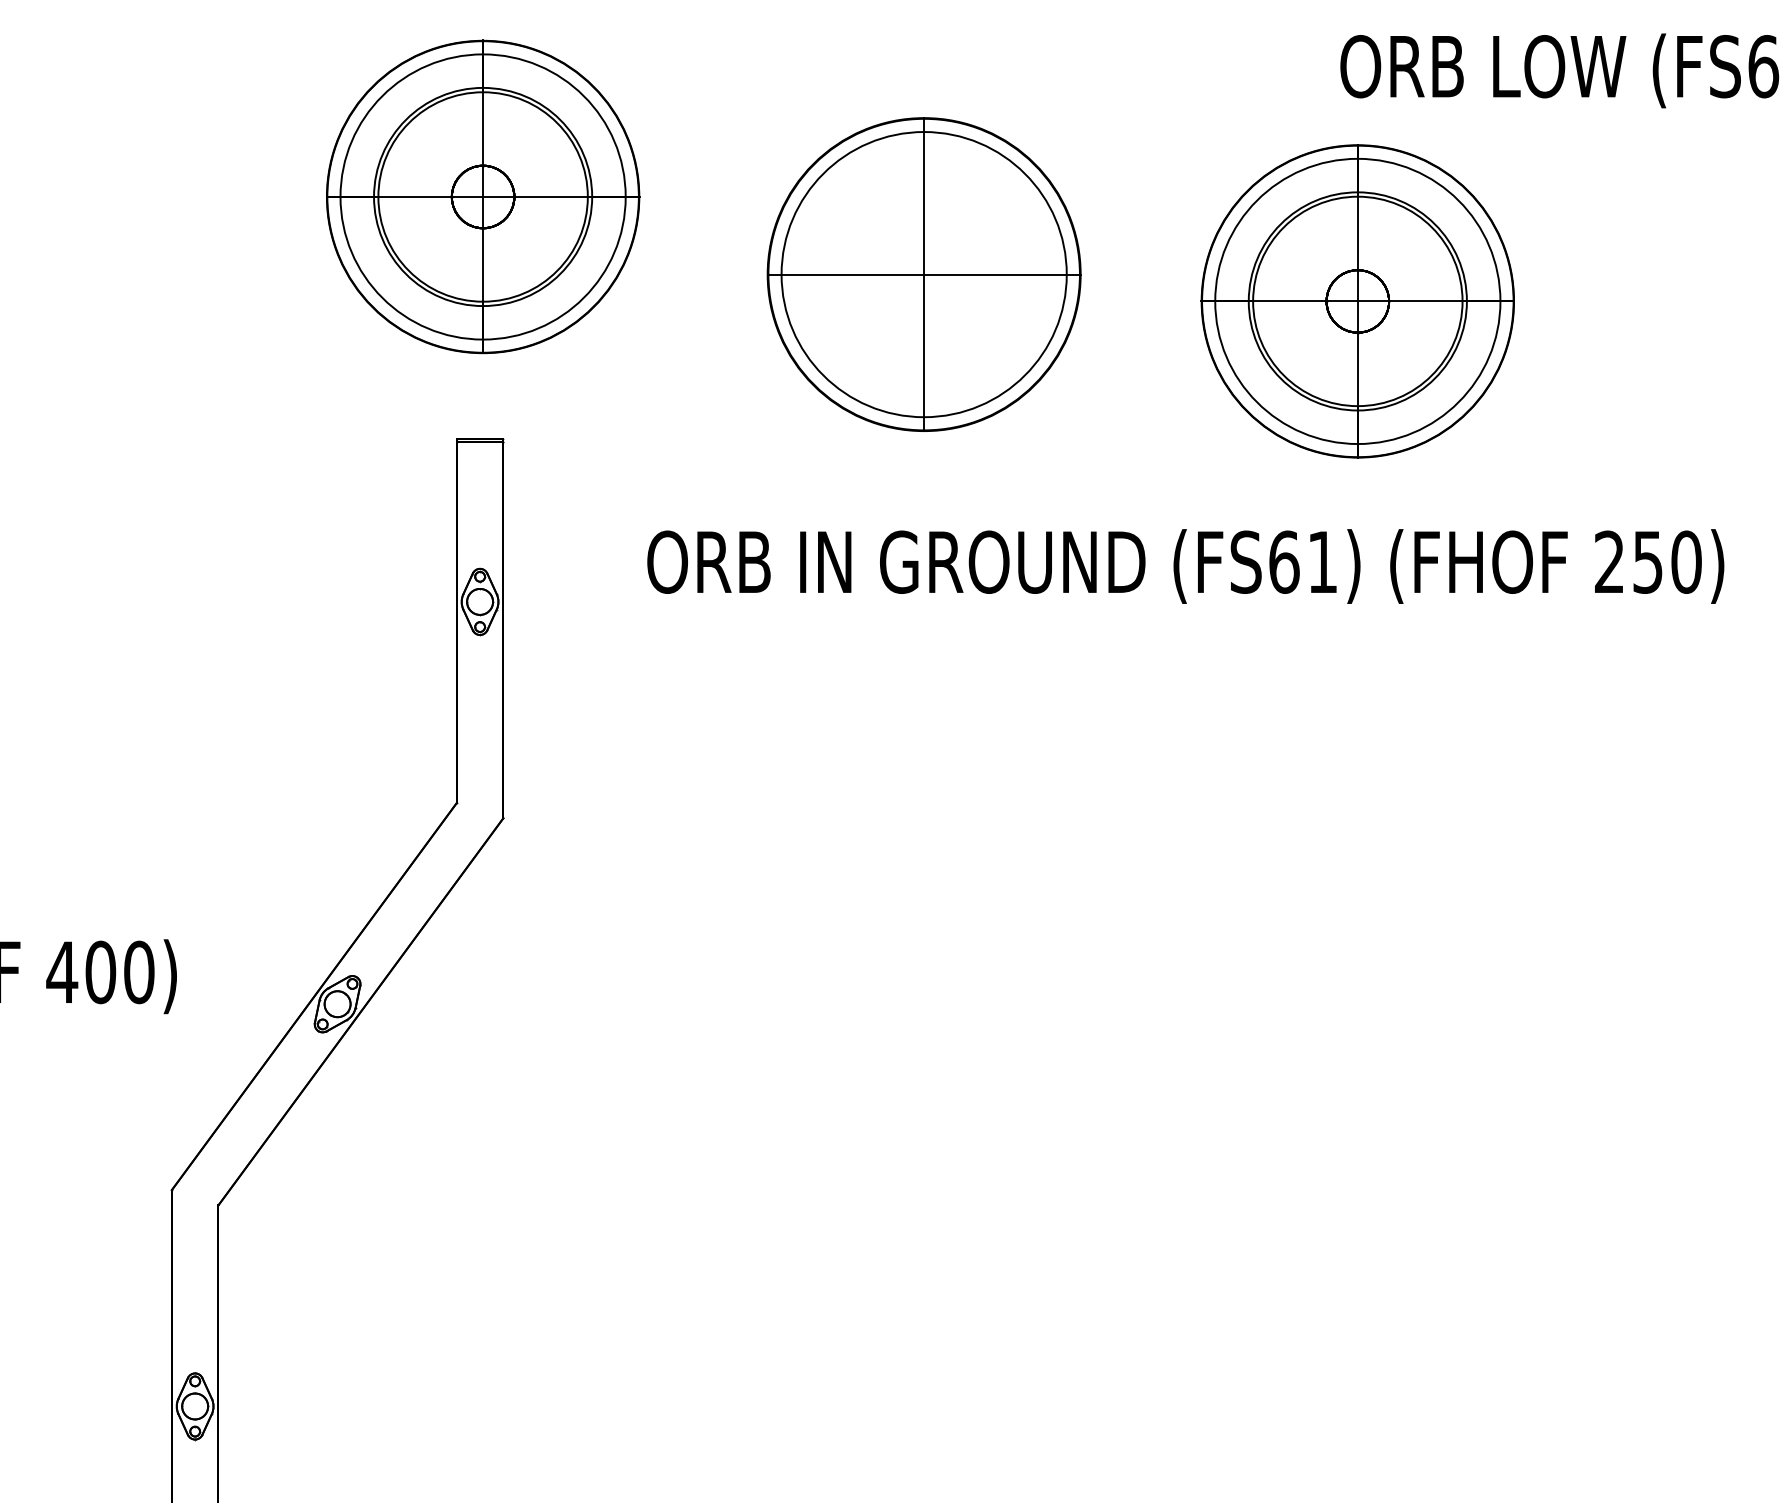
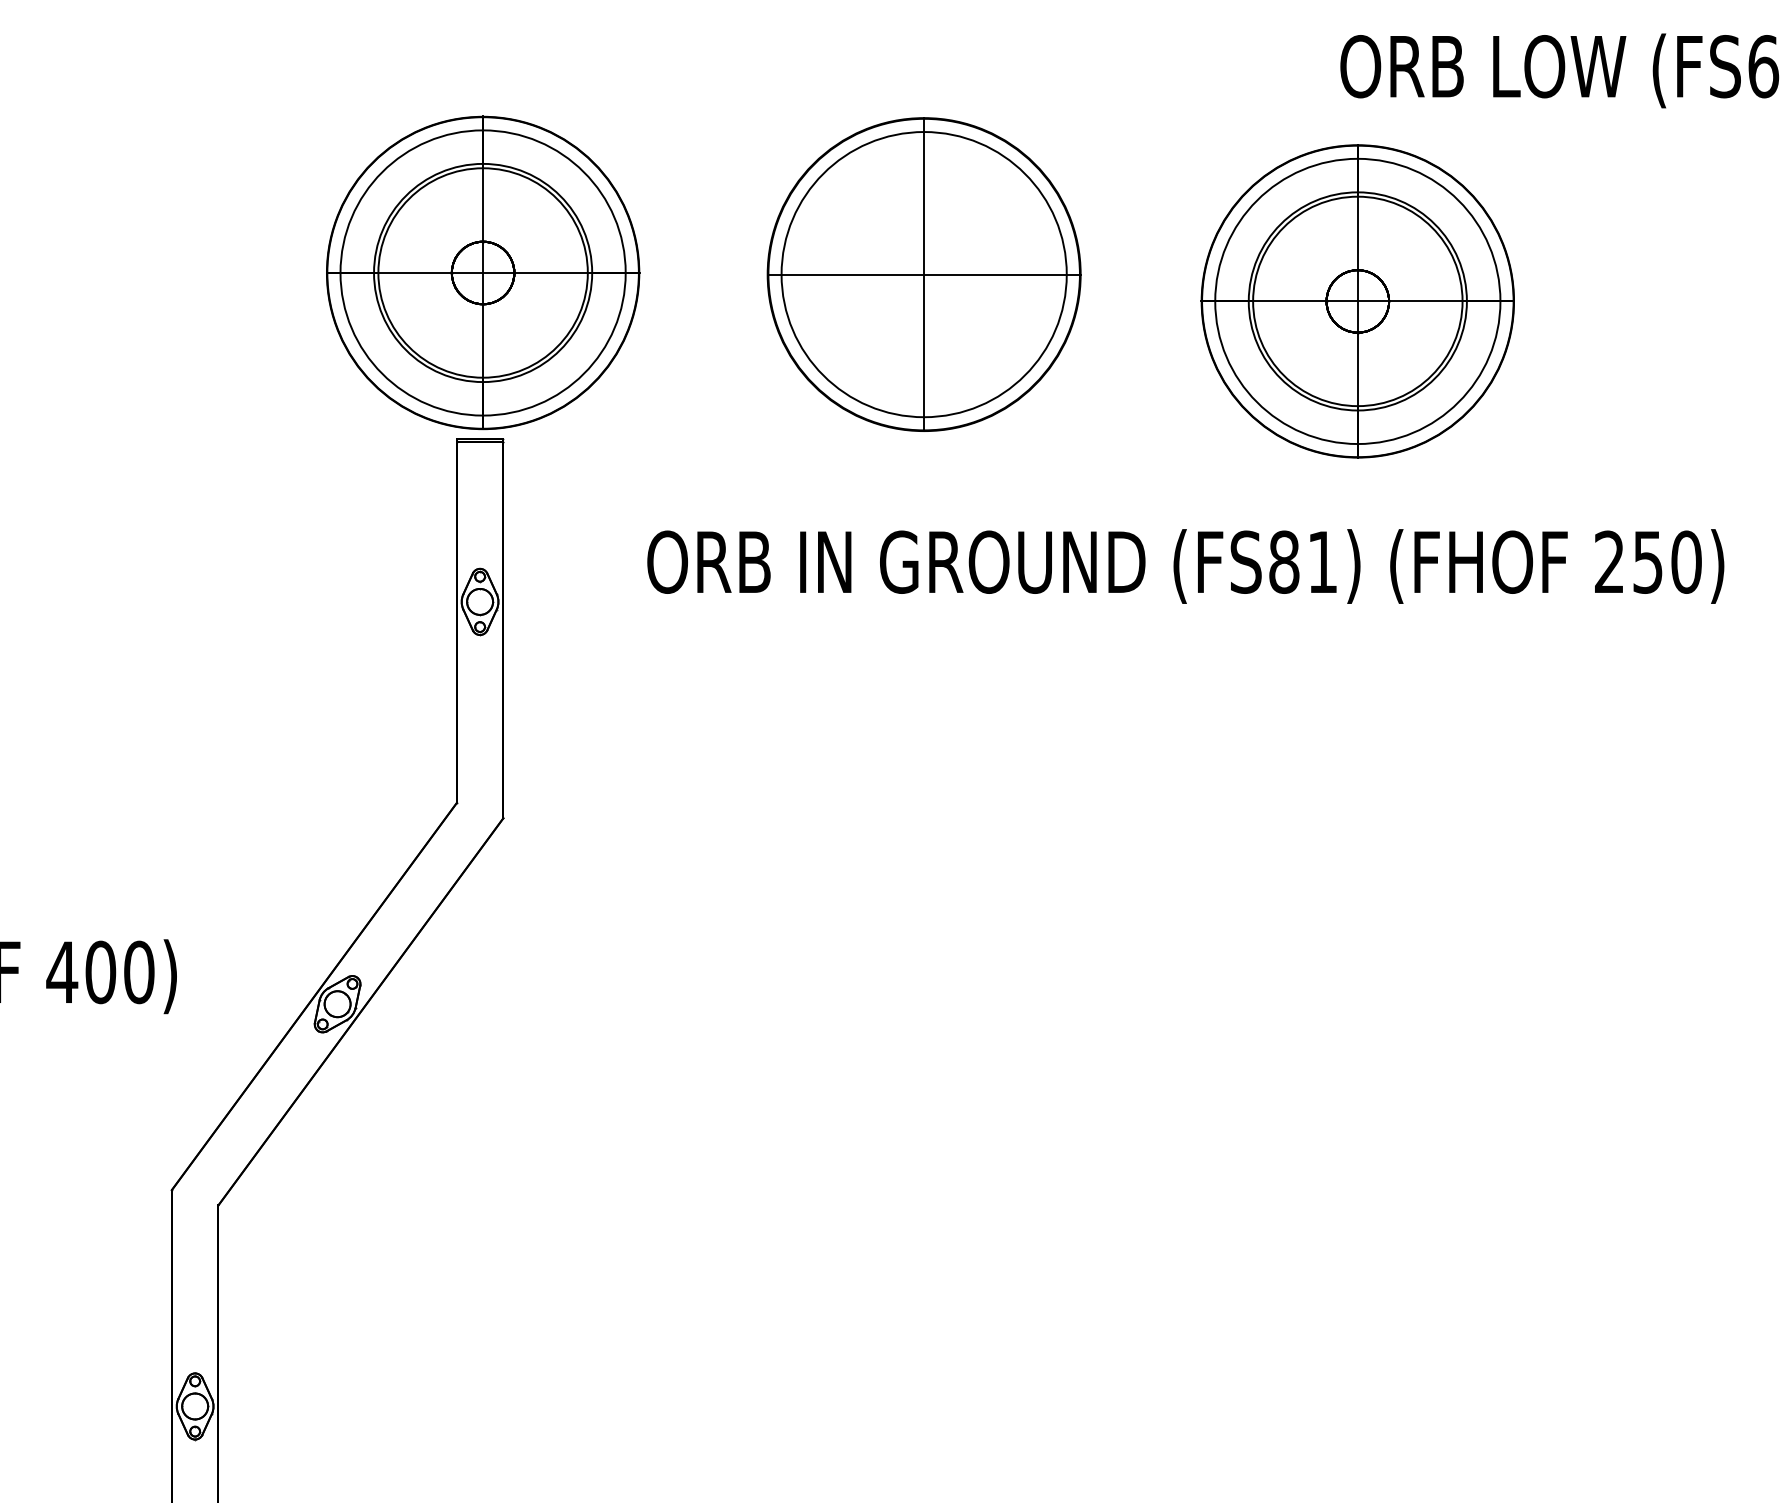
part at (483, 196) position: (483, 196) -> (483, 272)
text at (1284, 561): (FS61) -> (FS81)
